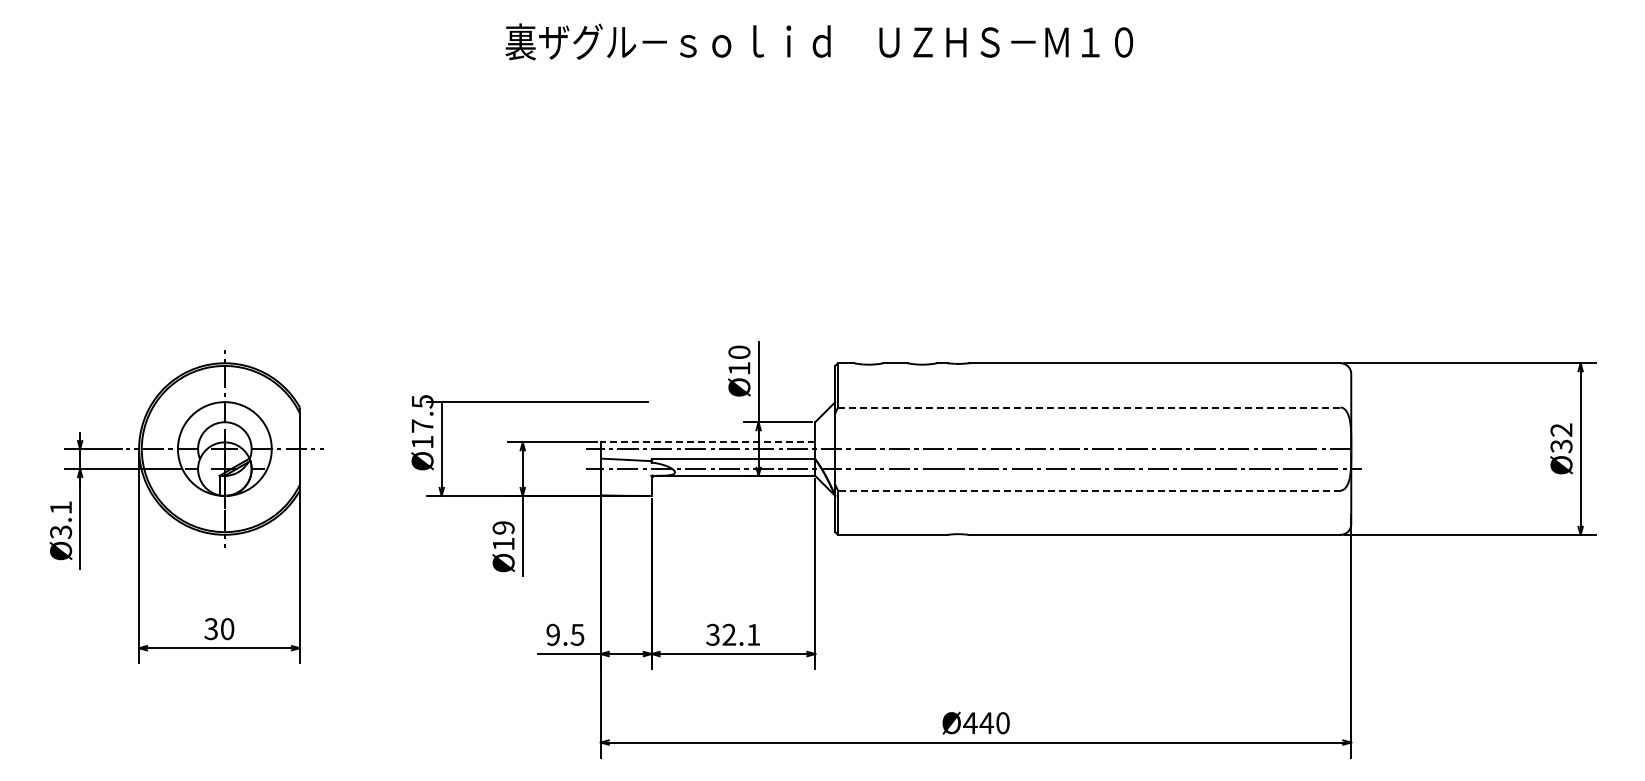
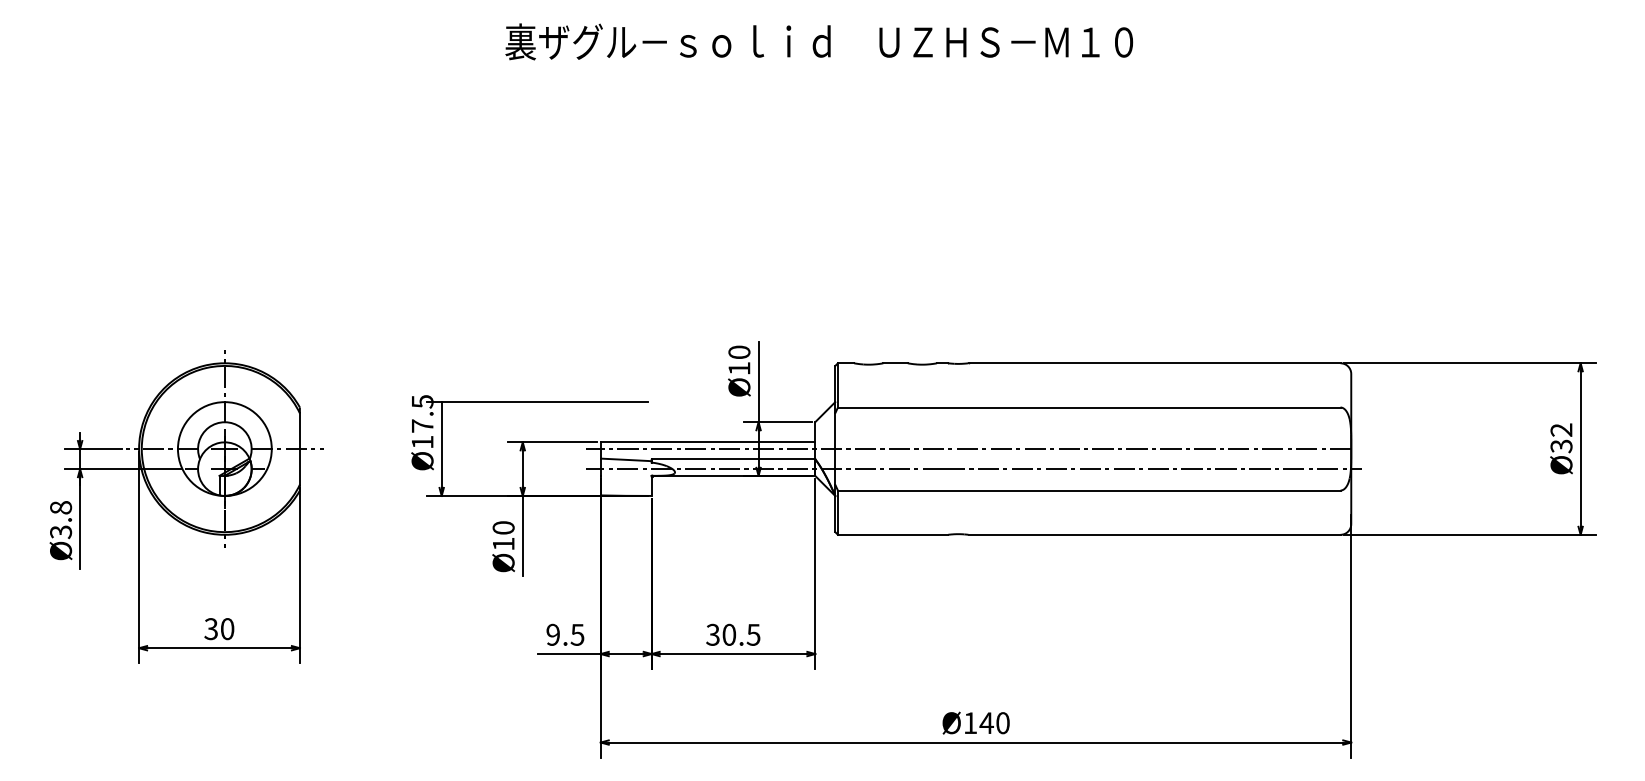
line at (1089, 407): dashed -> solid
line at (707, 442): dashed -> solid
line at (1088, 490): dashed -> solid
text at (61, 507): Ø3.1 -> Ø3.8
text at (503, 527): Ø19 -> Ø10
text at (741, 634): 32.1 -> 30.5
text at (970, 722): Ø440 -> Ø140
